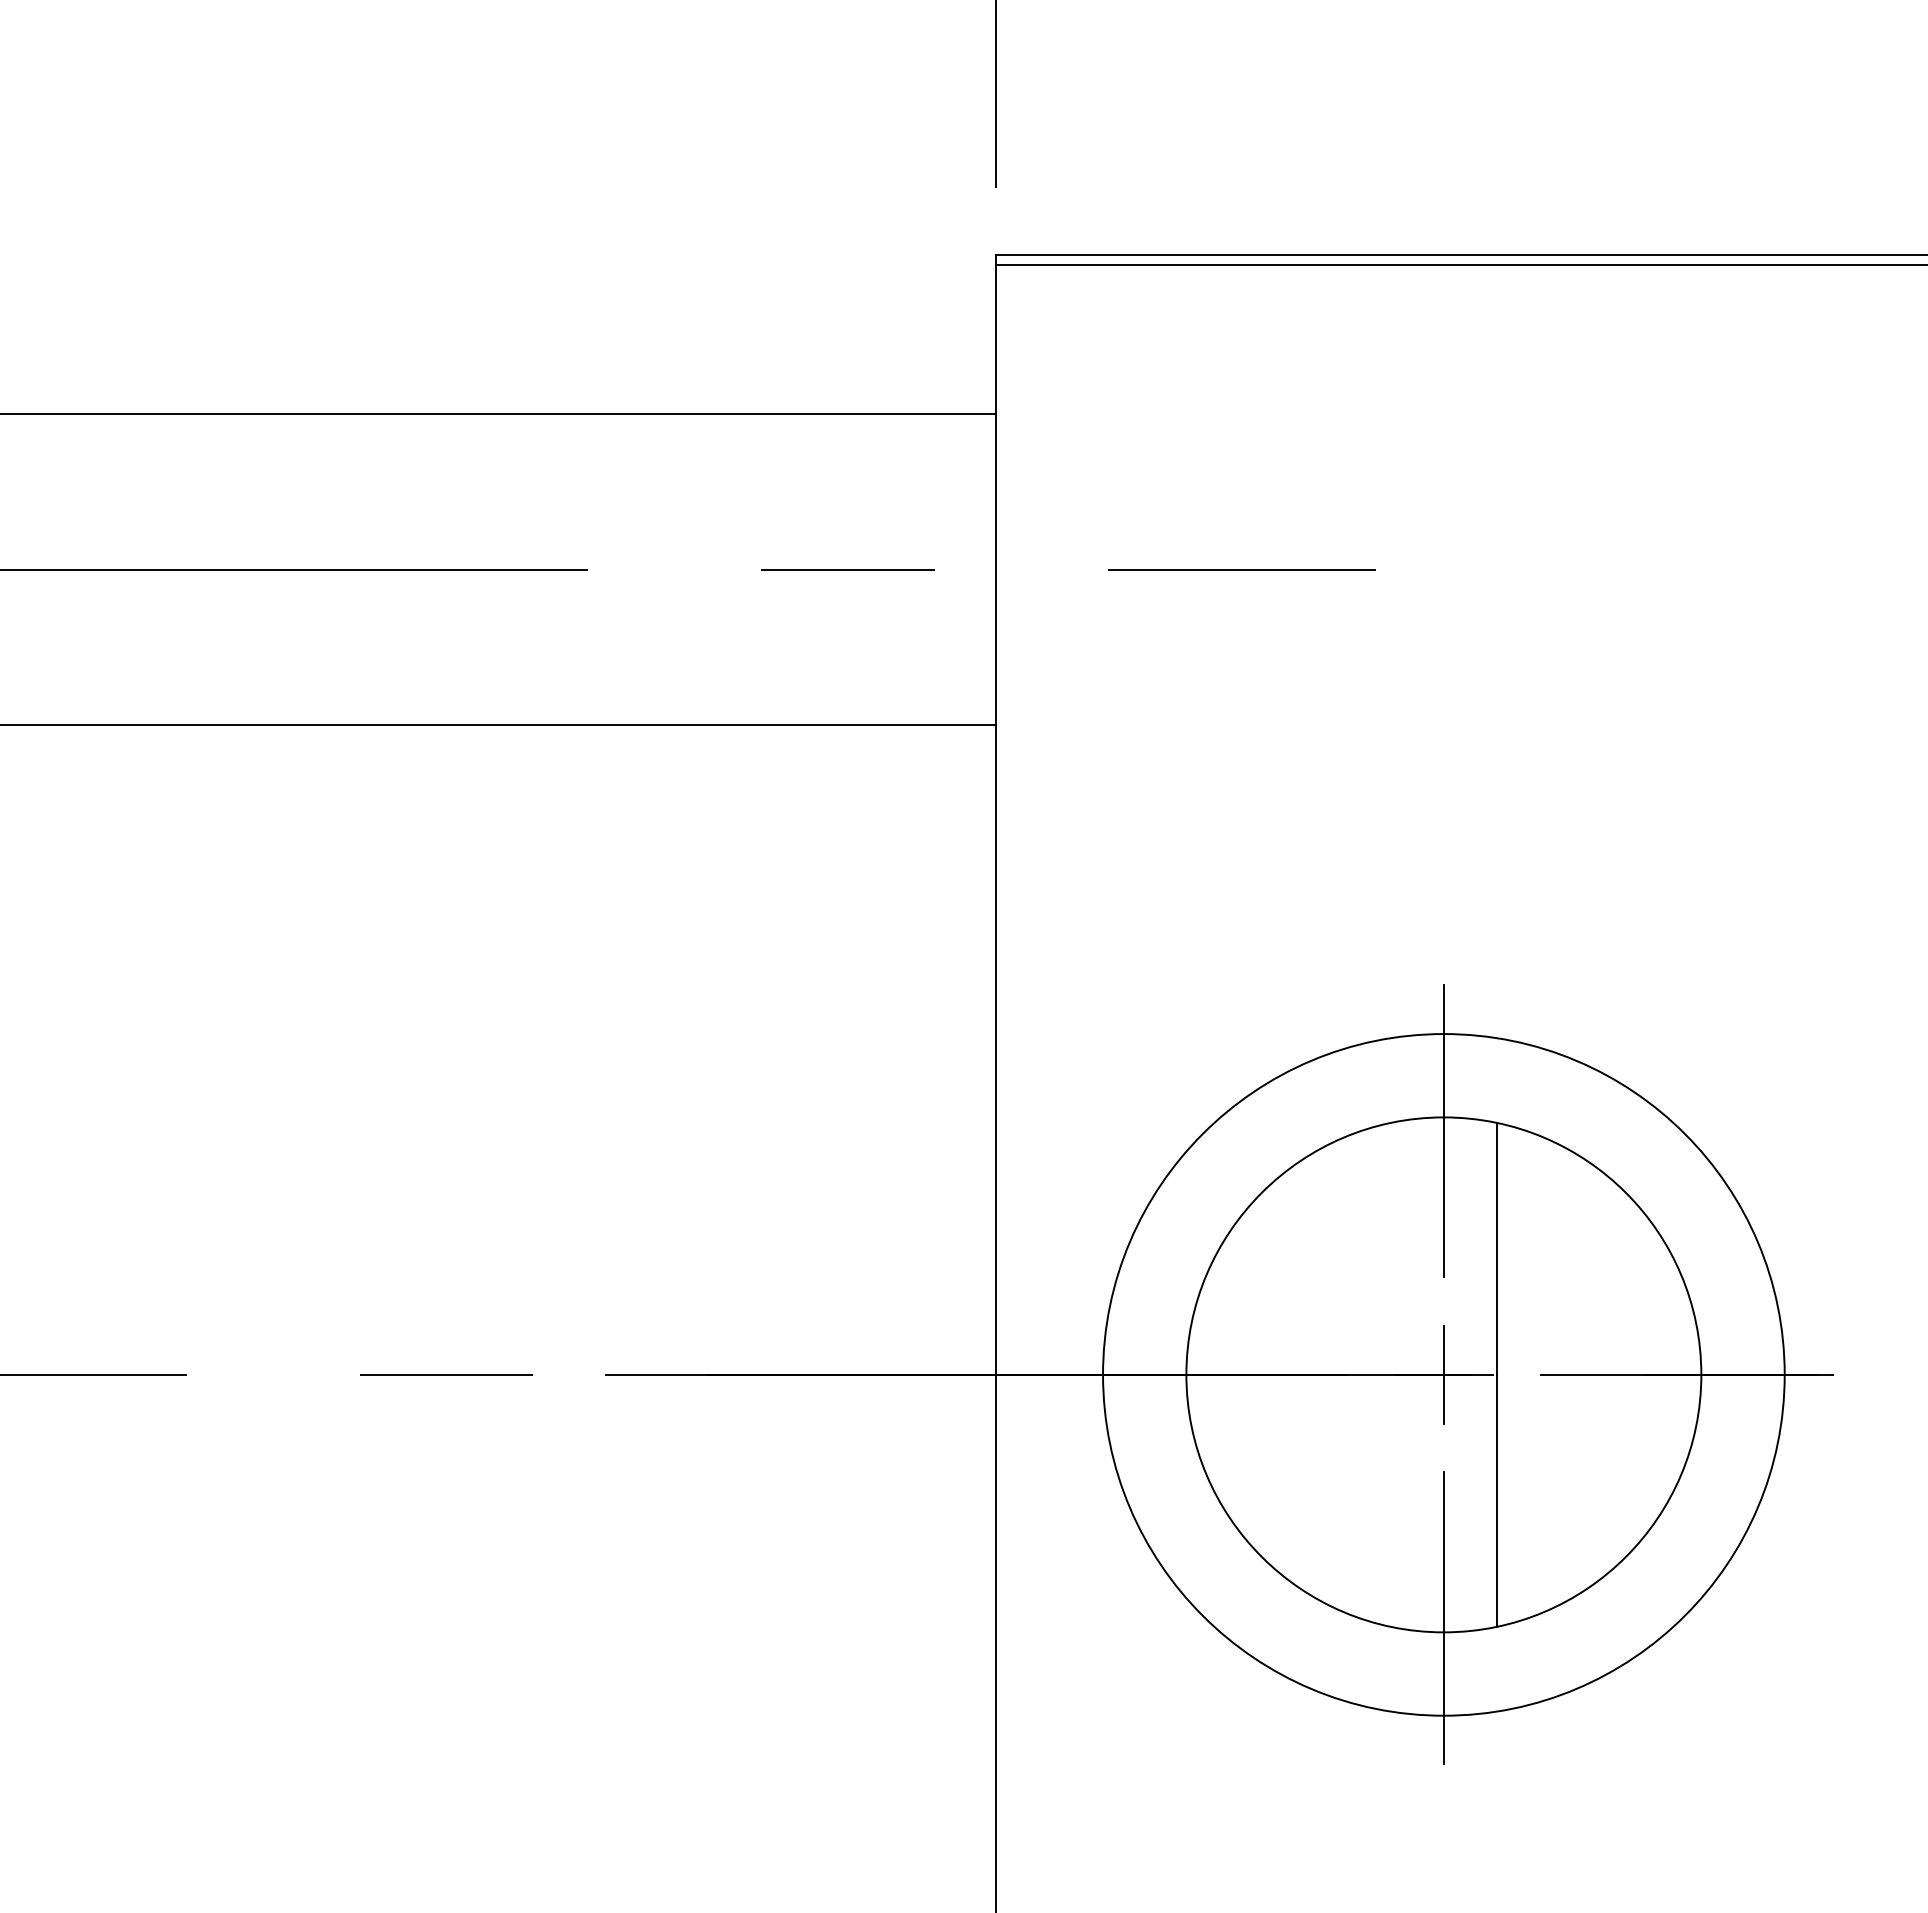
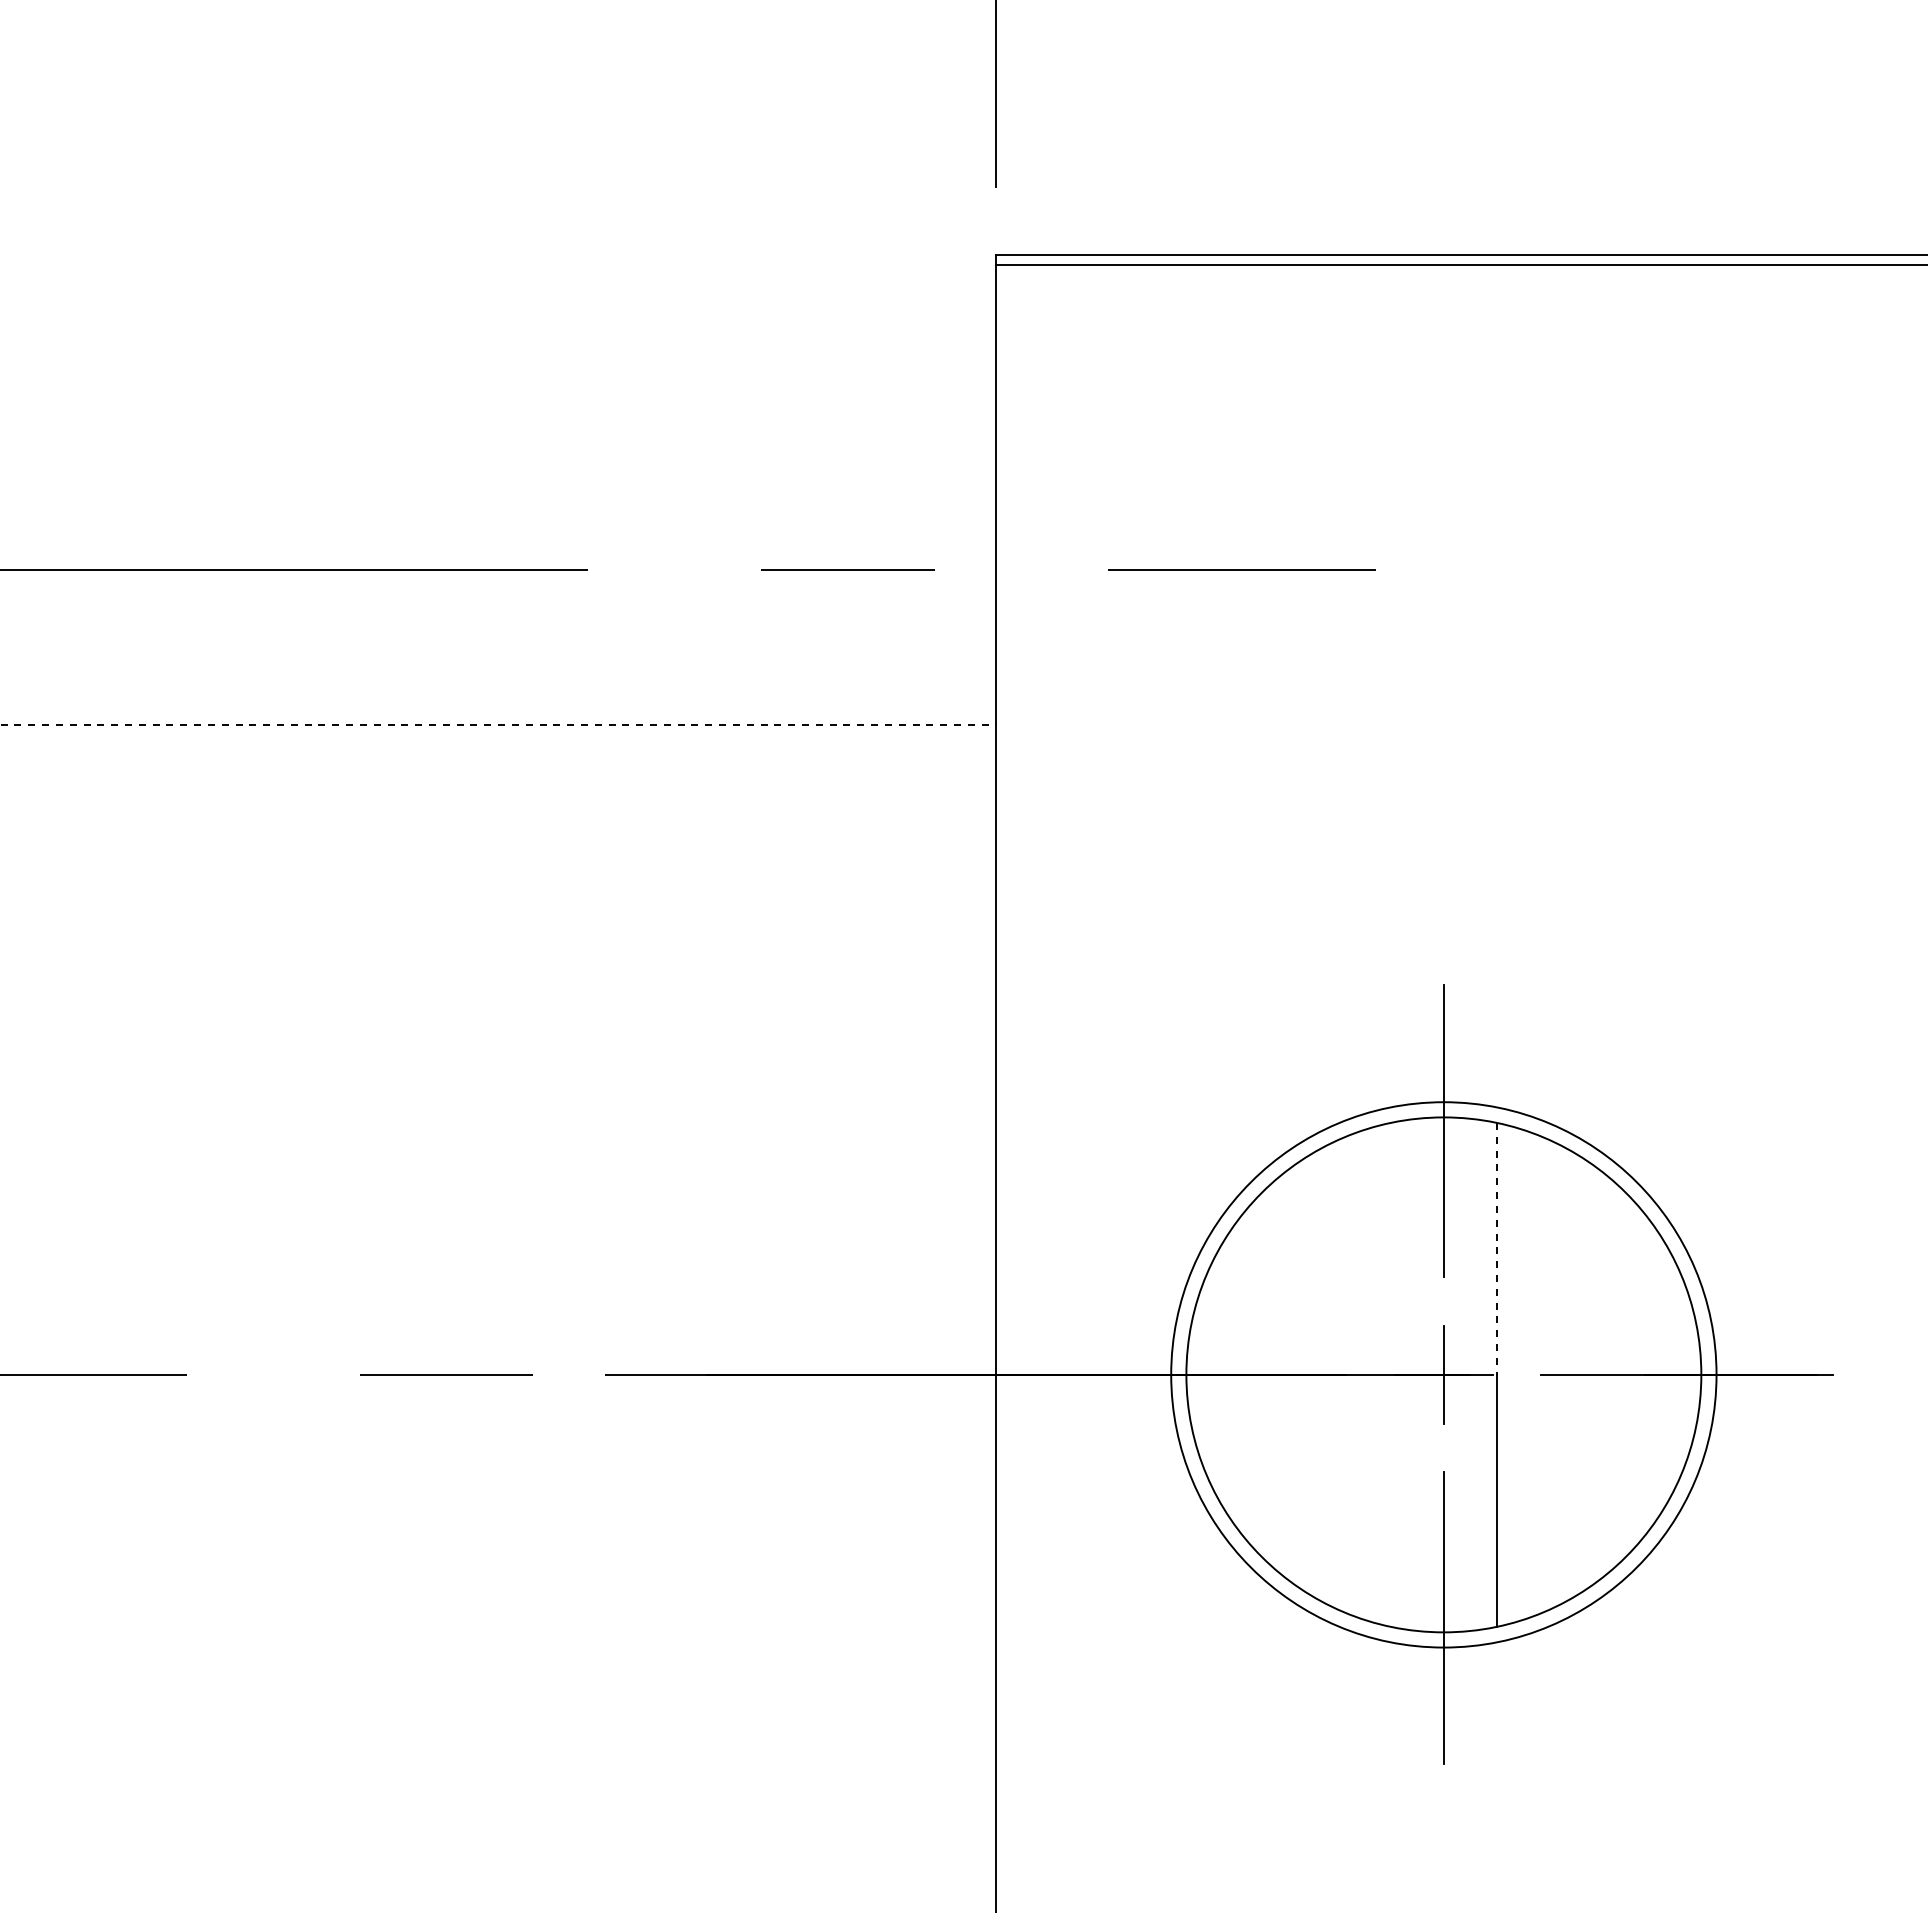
line at (498, 413): present -> none
line at (498, 725): solid -> dashed
line at (1497, 1248): solid -> dashed
circle at (1443, 1374) diameter: 682 px -> 545 px
